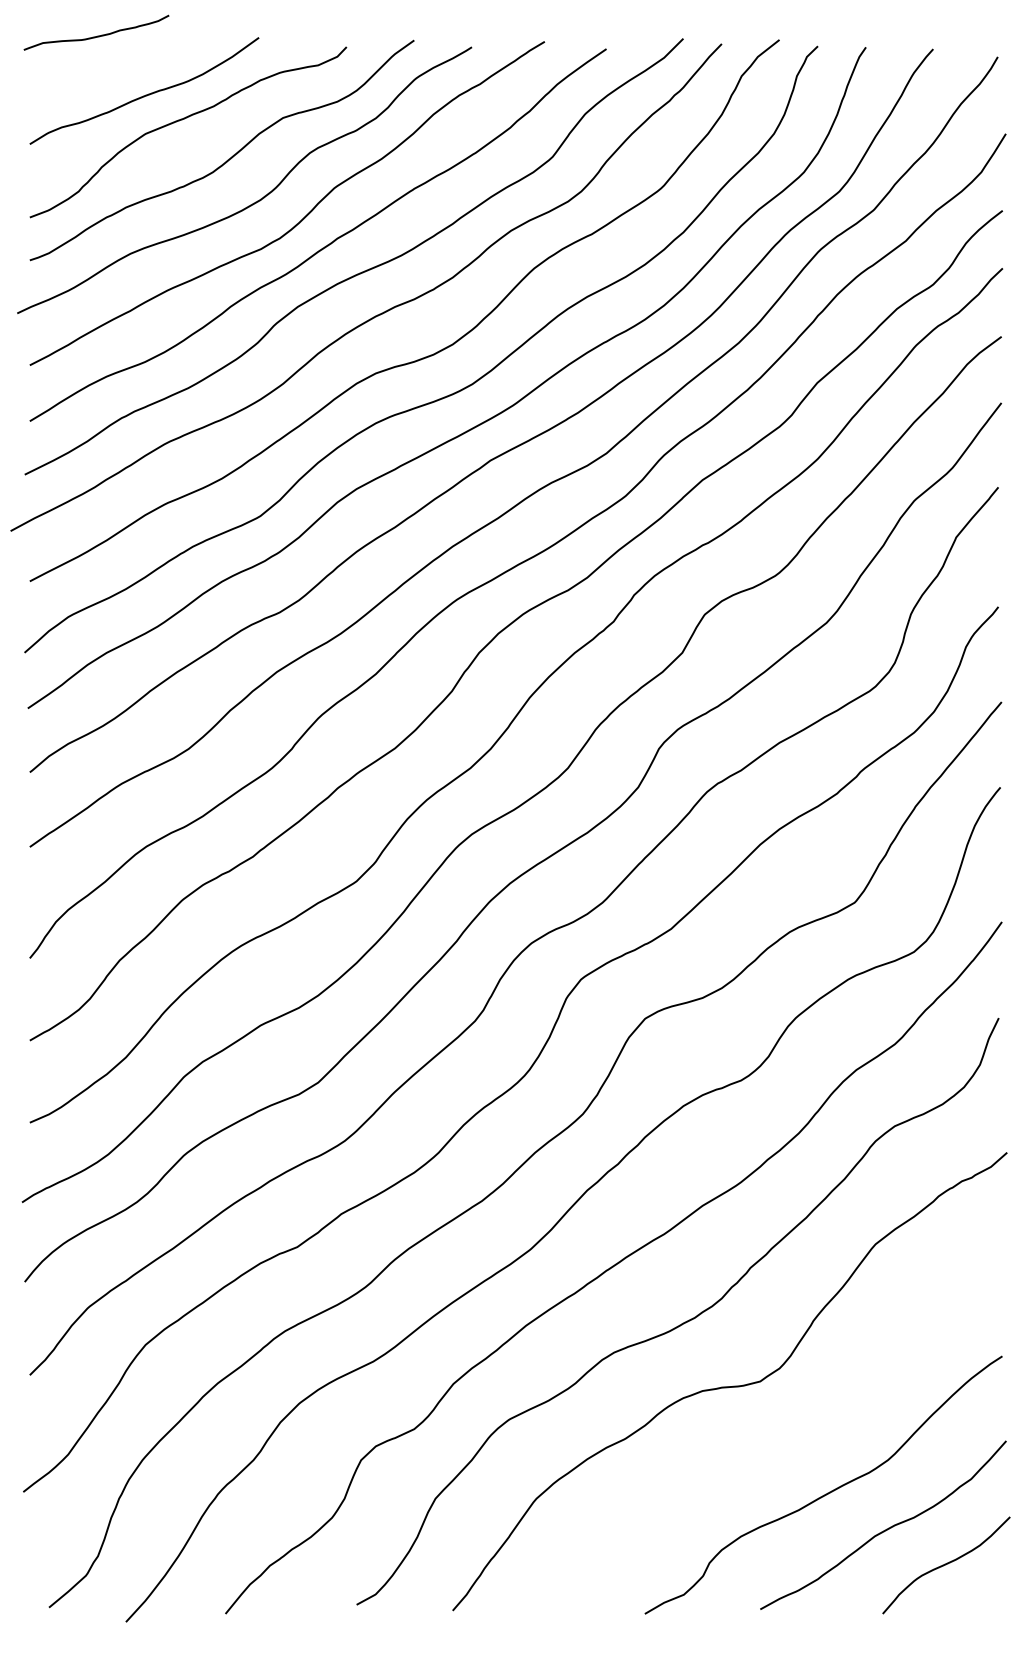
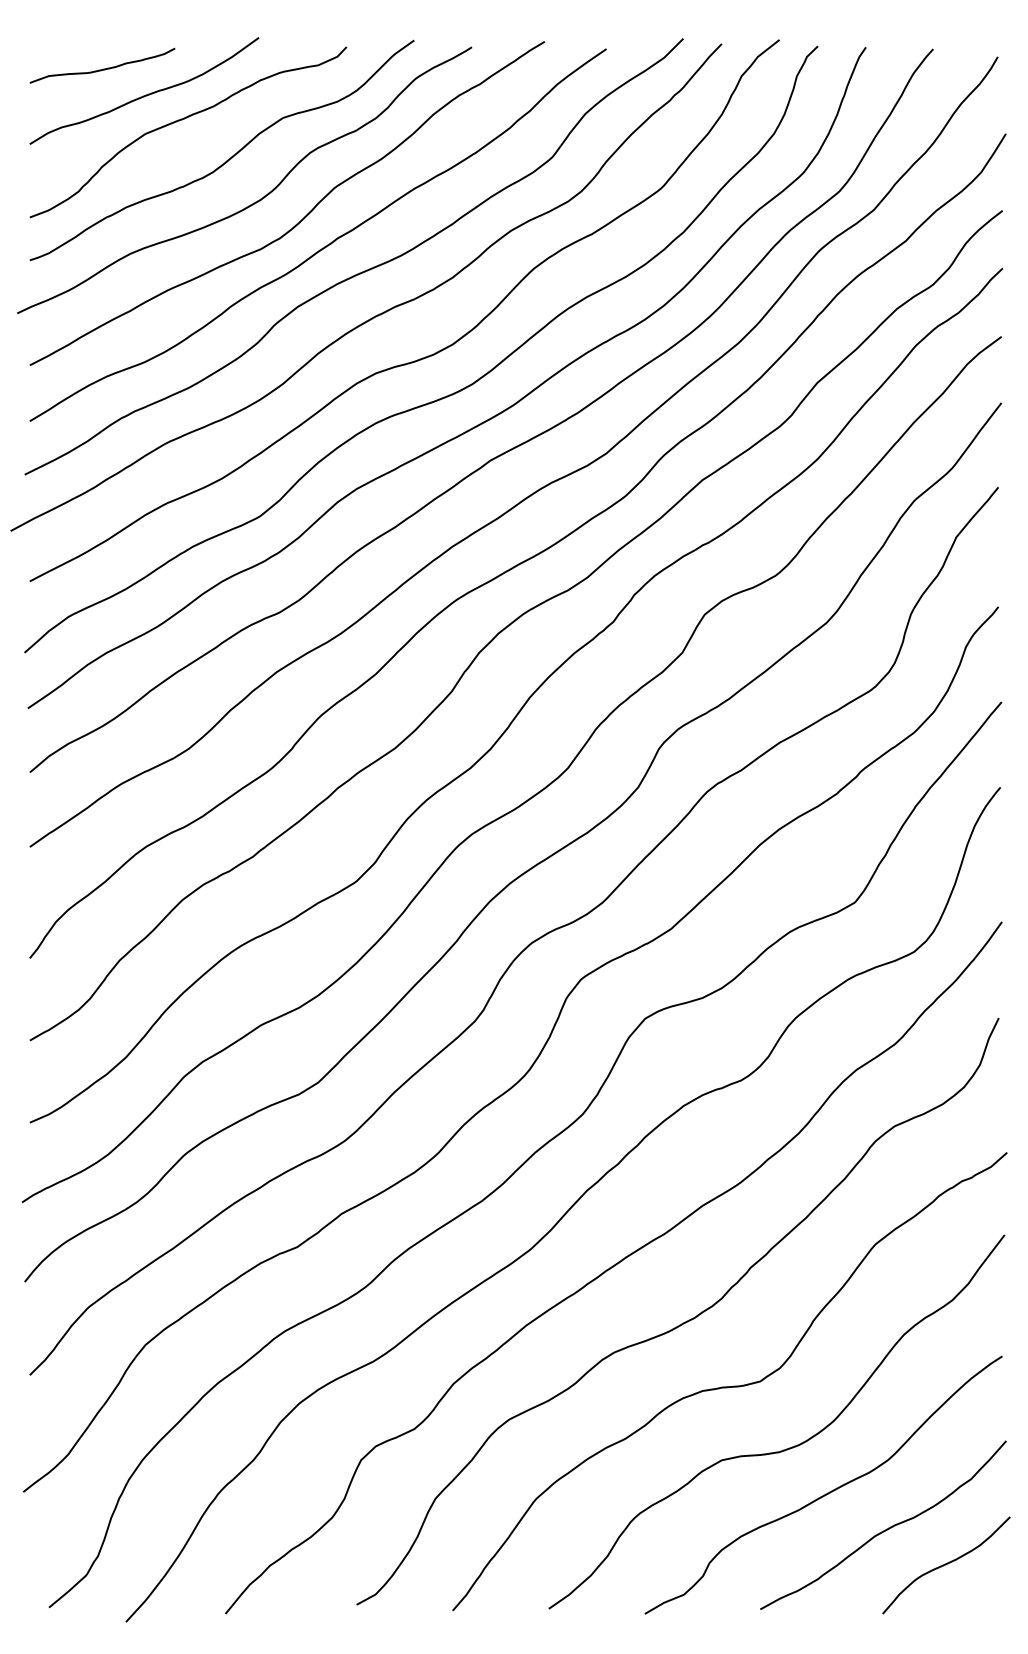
curve at (97, 35) position: (97, 35) -> (103, 68)
curve at (786, 1448): none -> present
